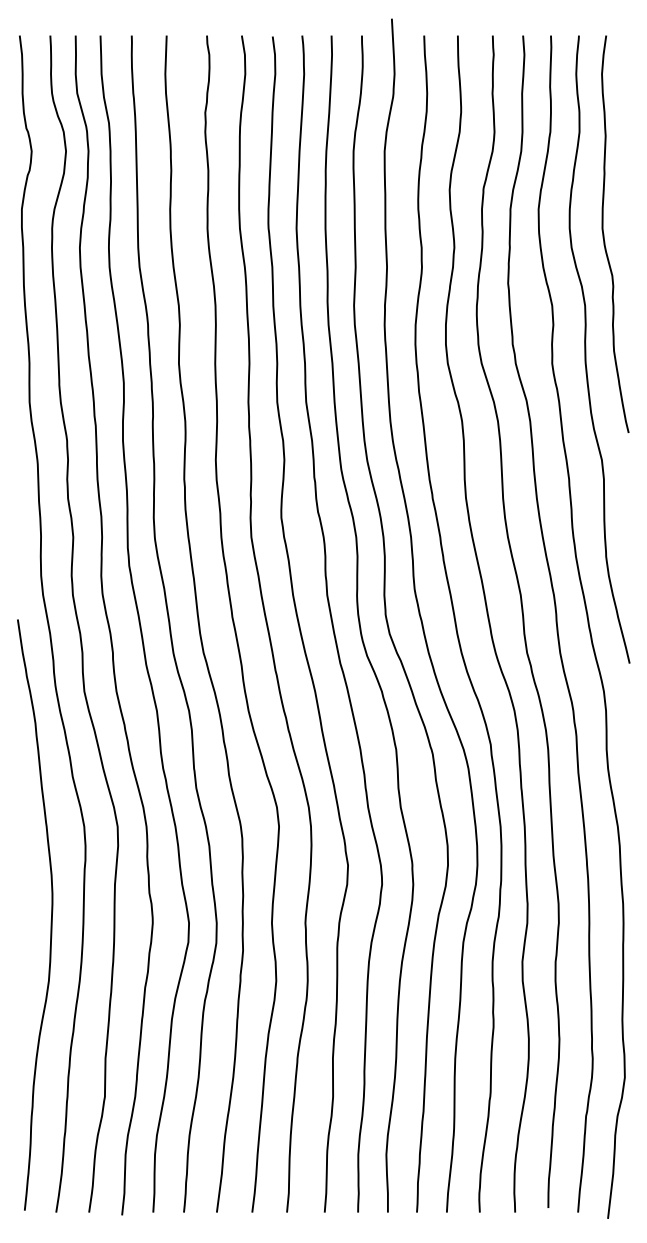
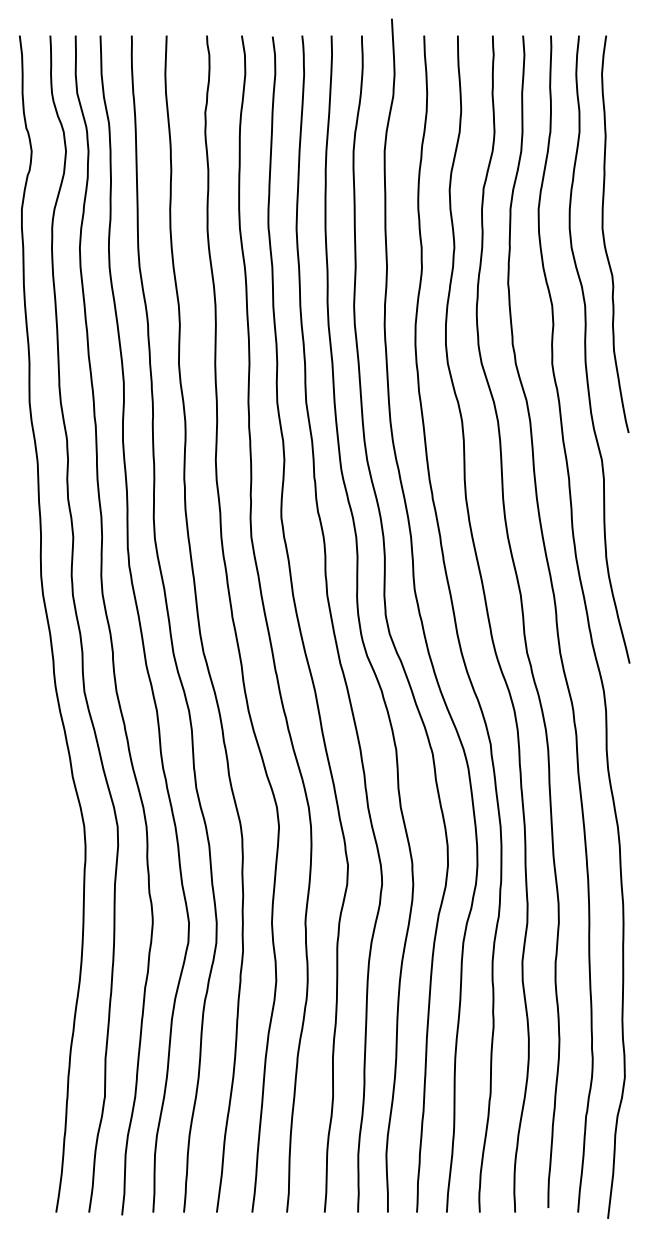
curve at (51, 914): present -> none
